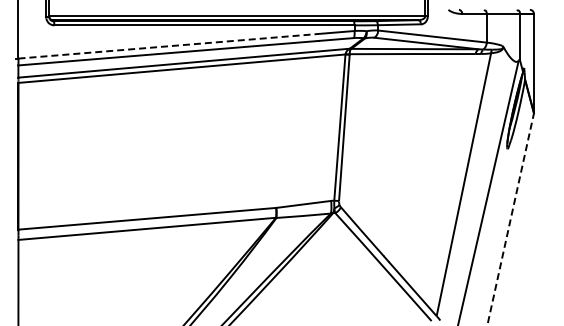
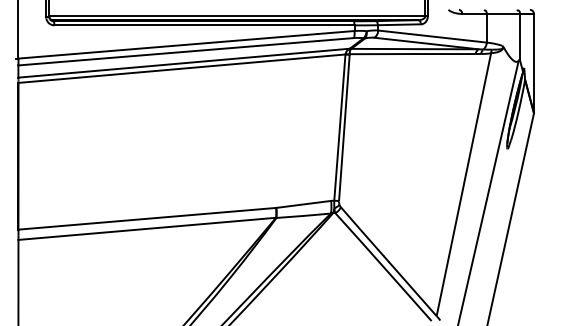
line at (168, 46): dashed -> solid
line at (510, 218): dashed -> solid
